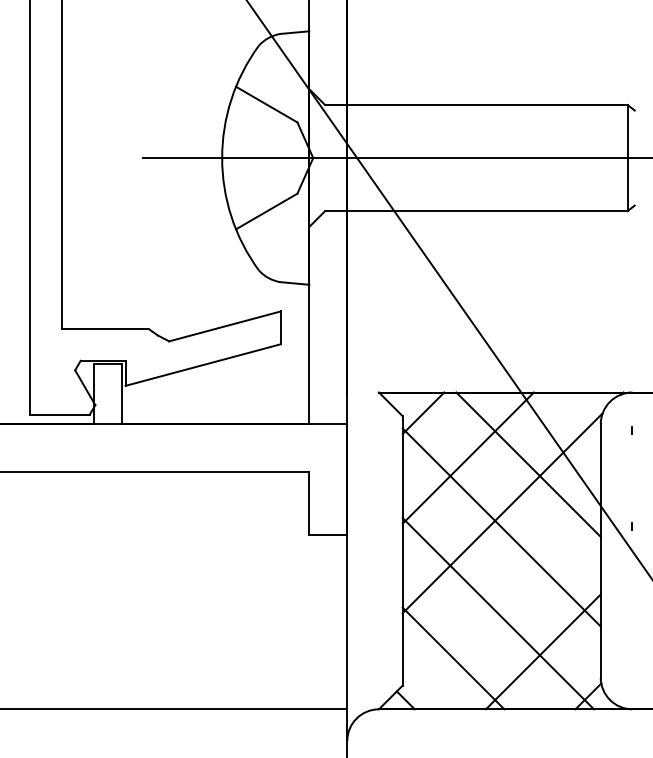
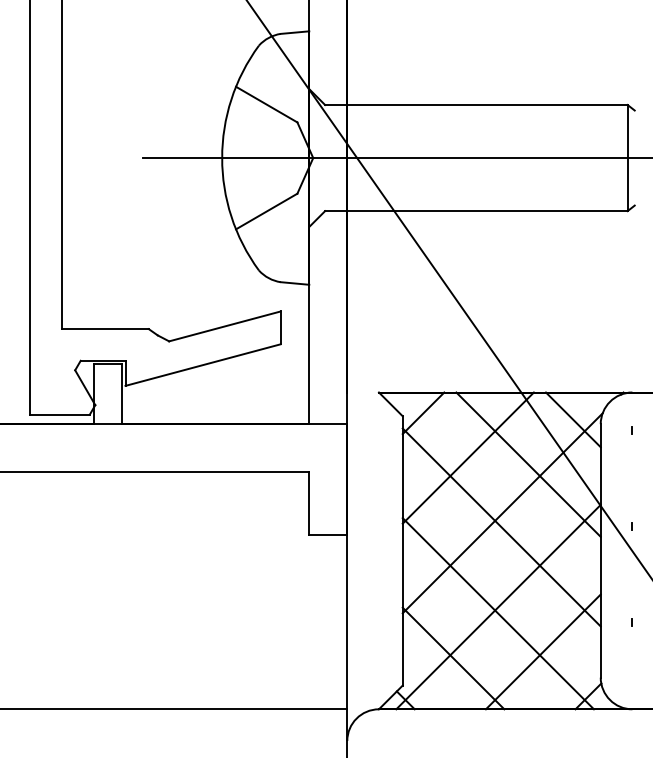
line at (572, 419): none -> present
line at (498, 606): none -> present
line at (631, 622): none -> present
